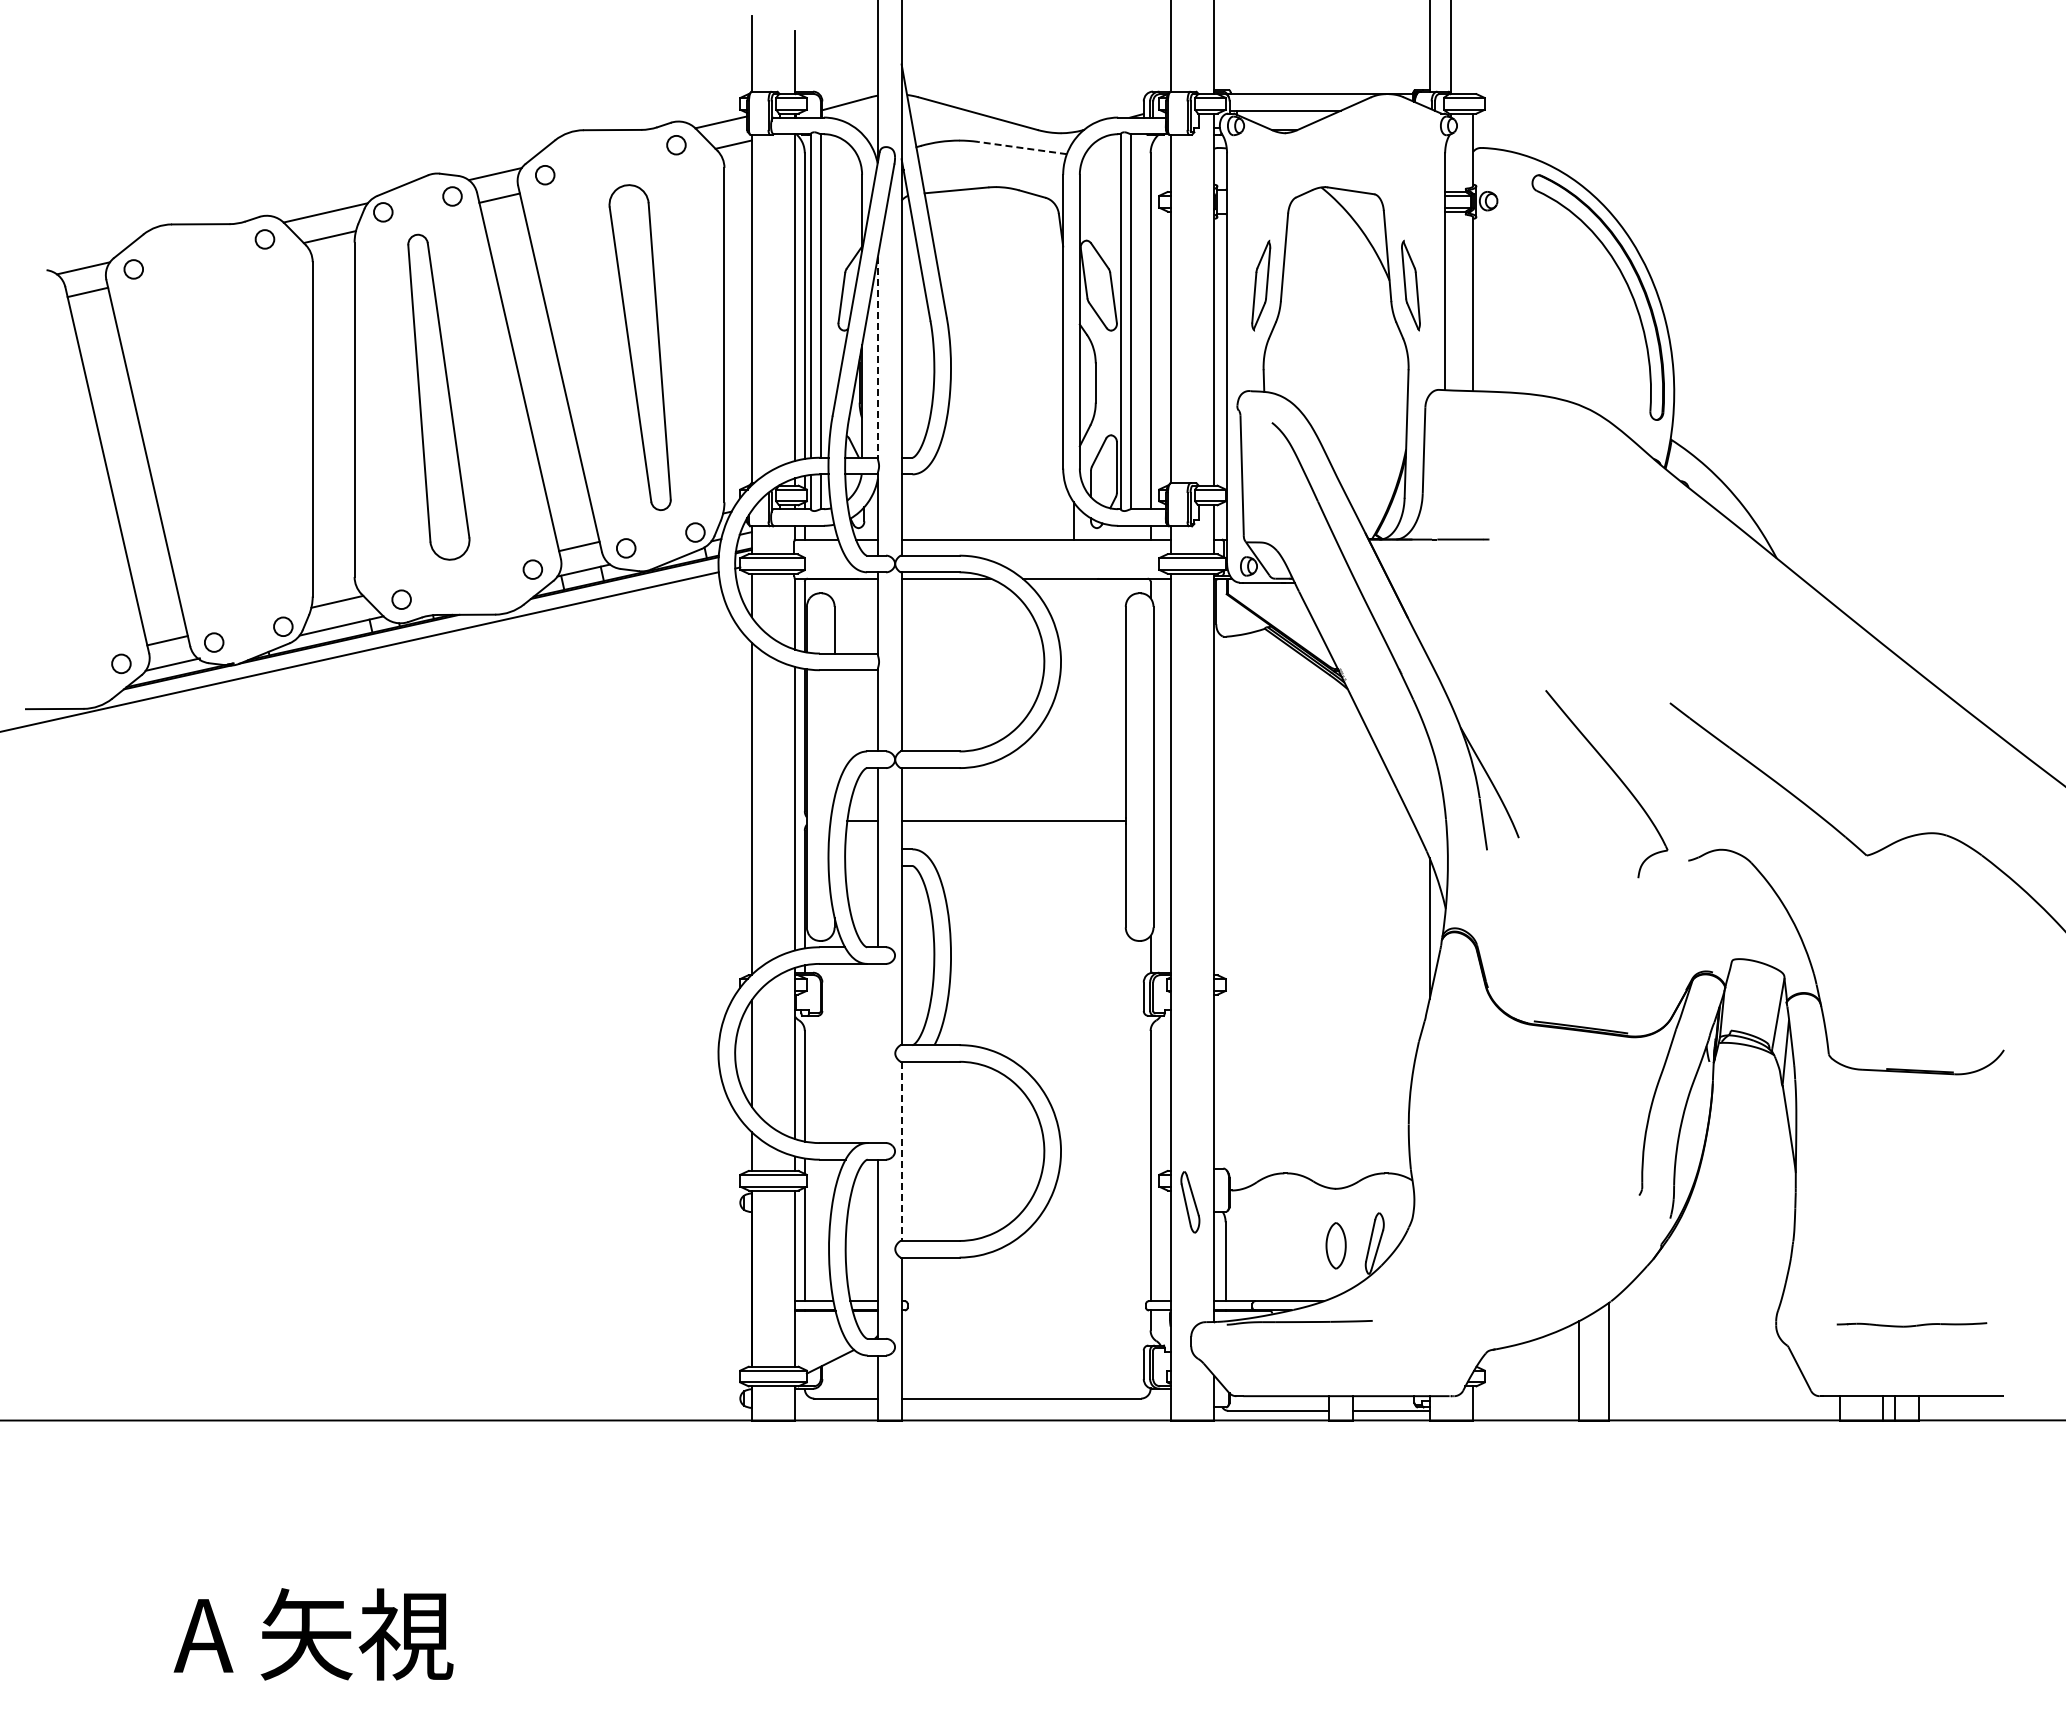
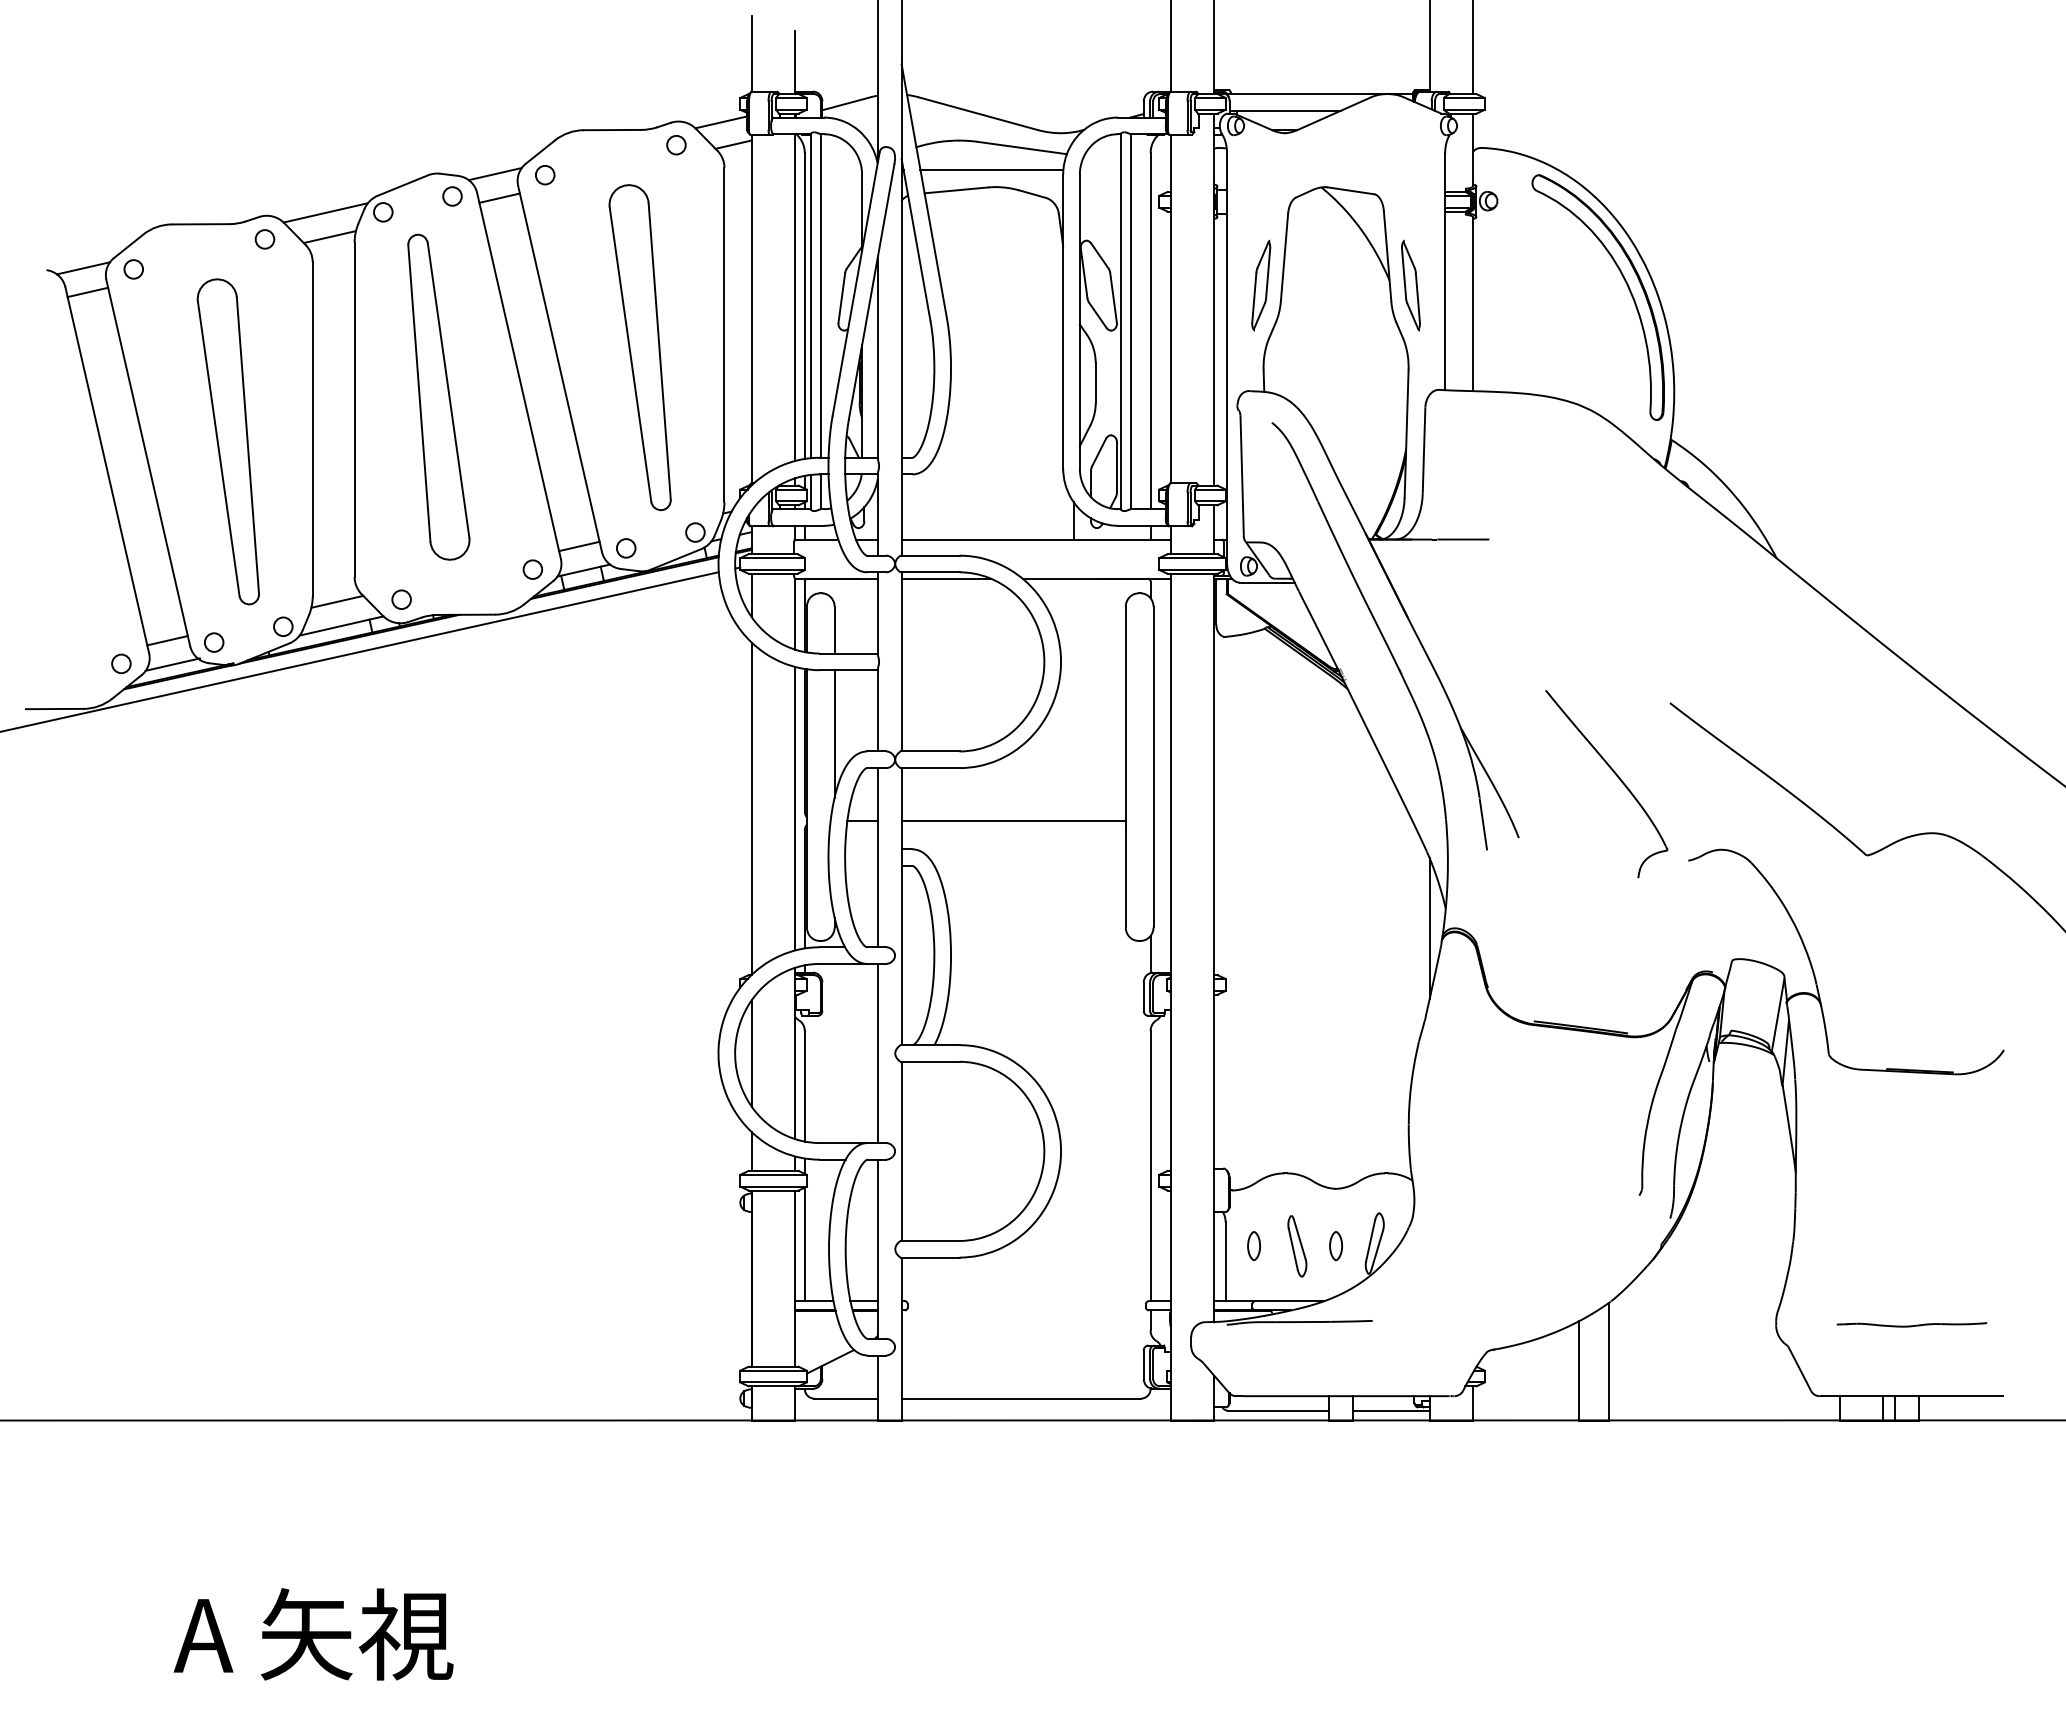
line at (1451, 48) position: (1451, 48) -> (1473, 48)
line at (1022, 148): dashed -> solid
line at (991, 169): none -> present
line at (877, 357): dashed -> solid
part at (227, 441): none -> present
line at (834, 733): none -> present
line at (877, 1053): none -> present
line at (901, 1151): dashed -> solid
part at (1190, 1202) position: (1190, 1202) -> (1297, 1246)
part at (1335, 1245) size: 22x48 px -> 14x31 px
part at (1253, 1246): none -> present
